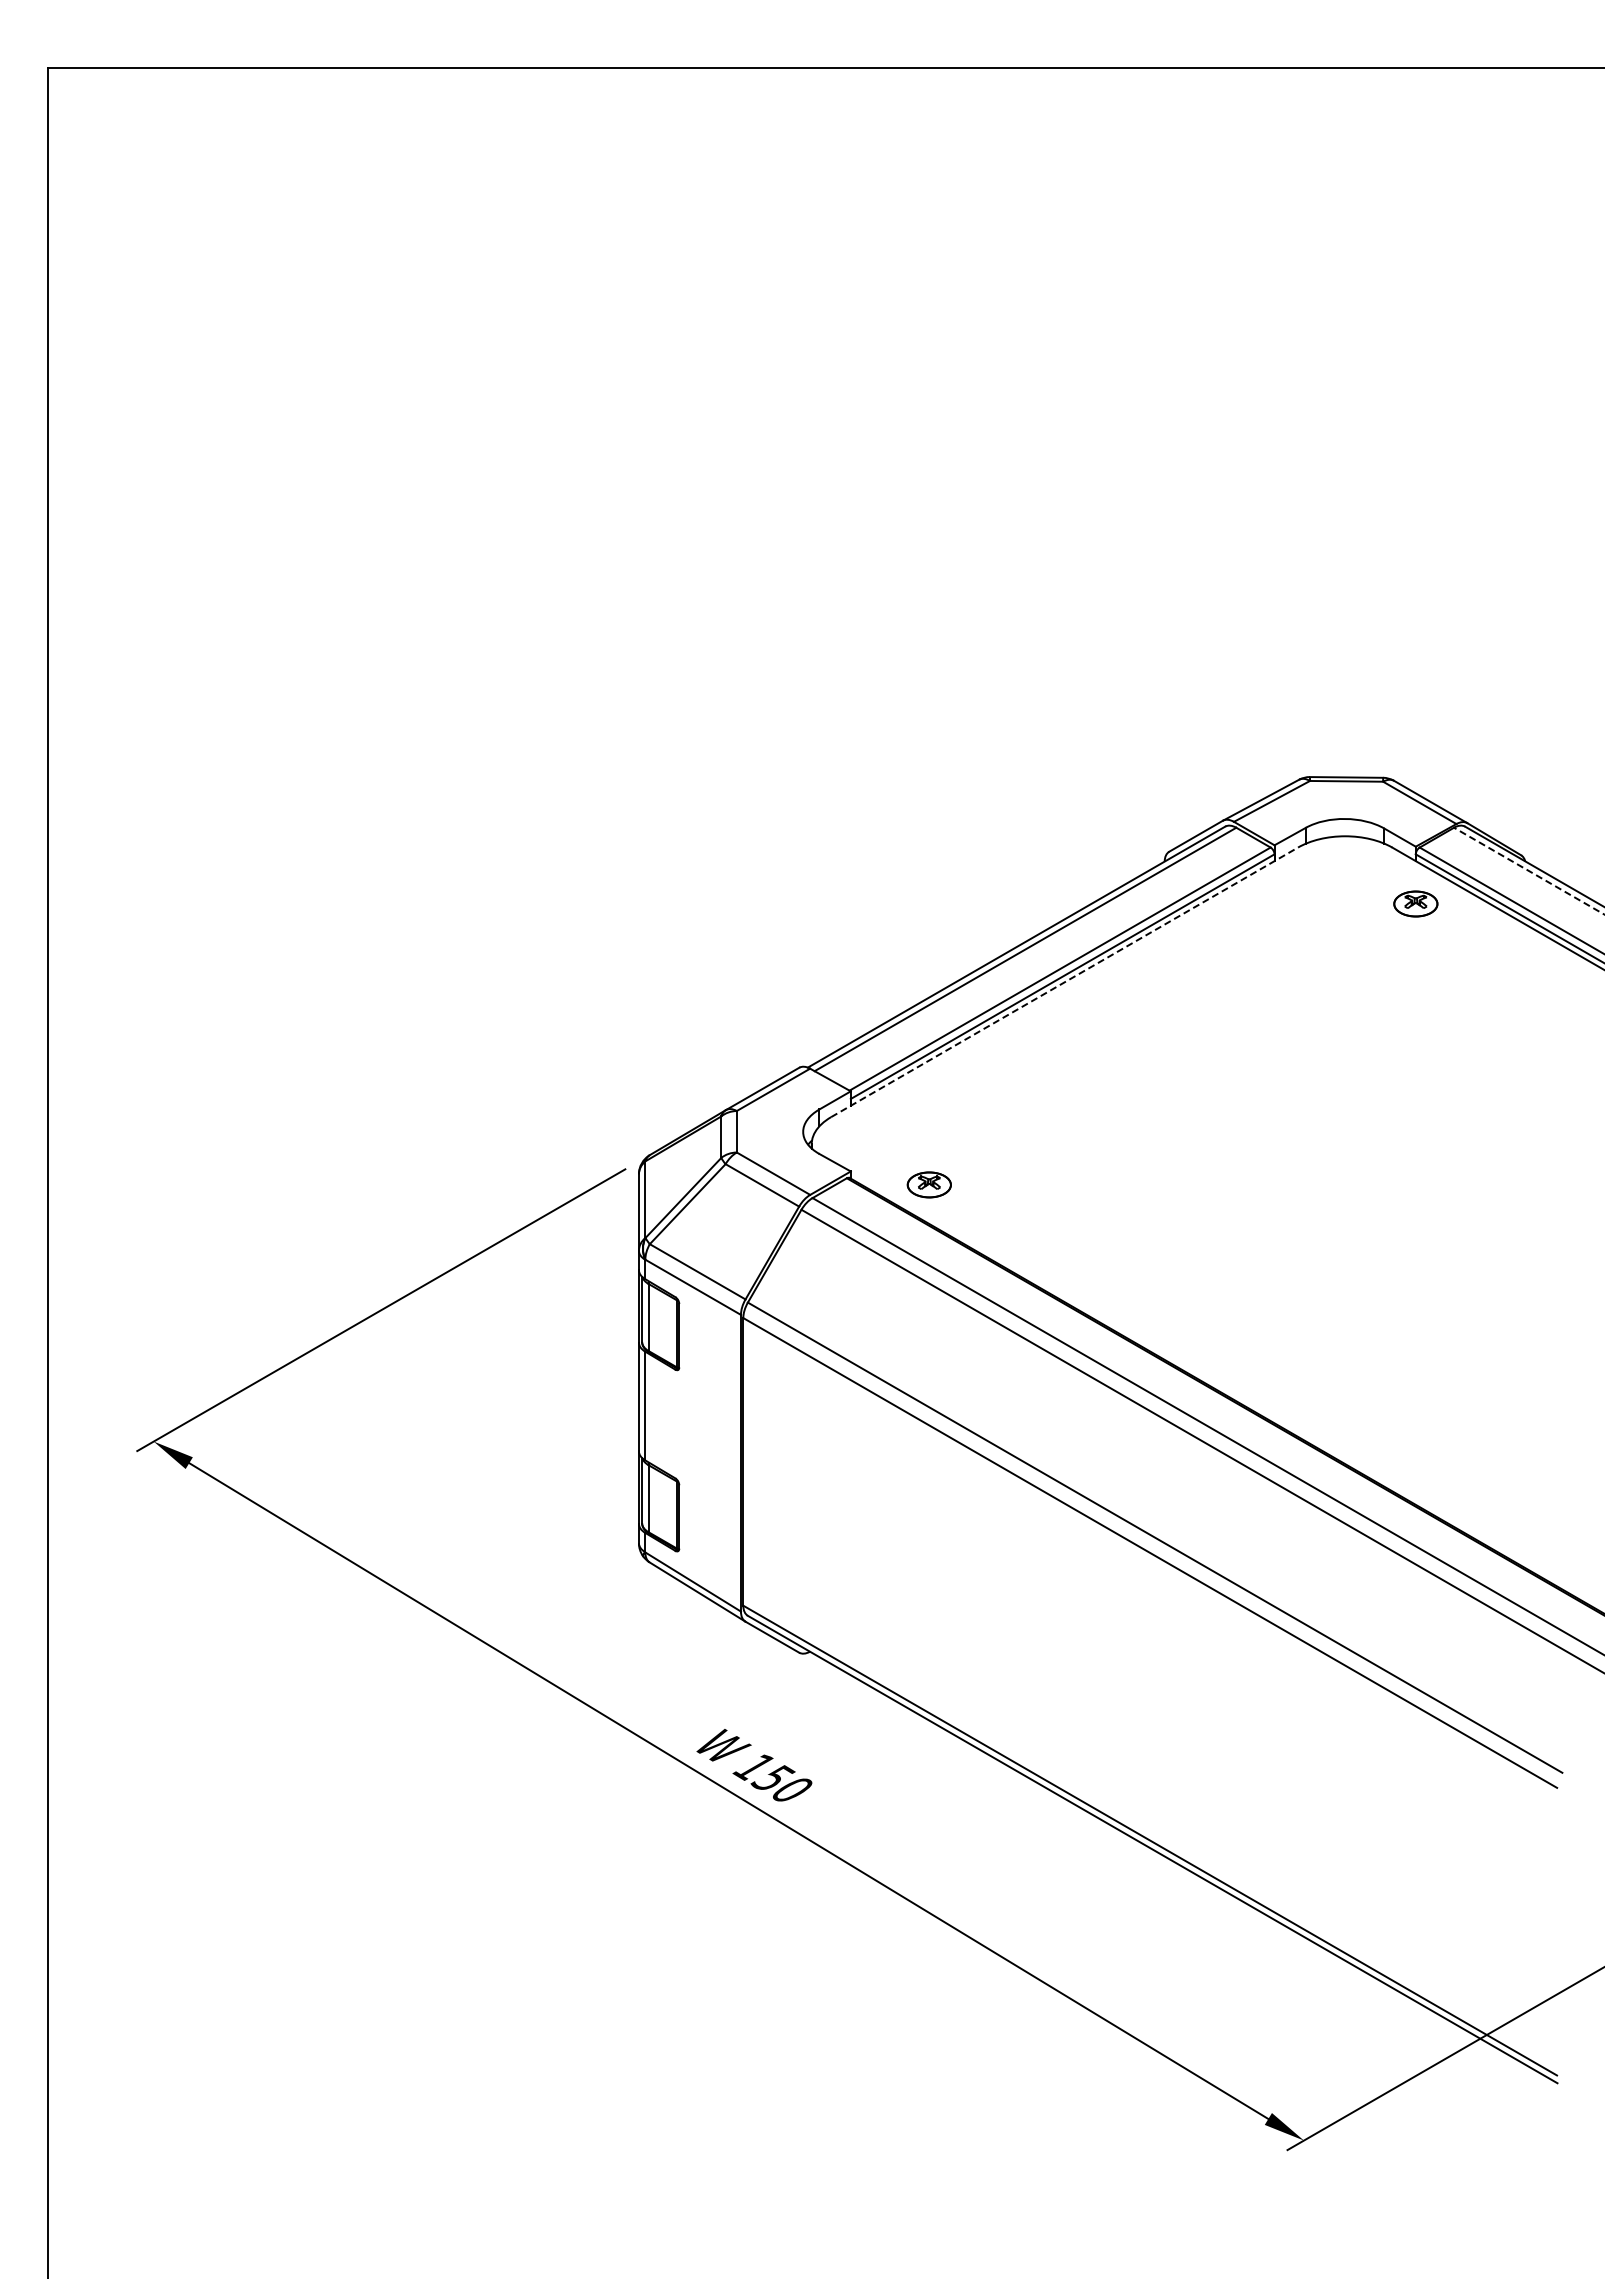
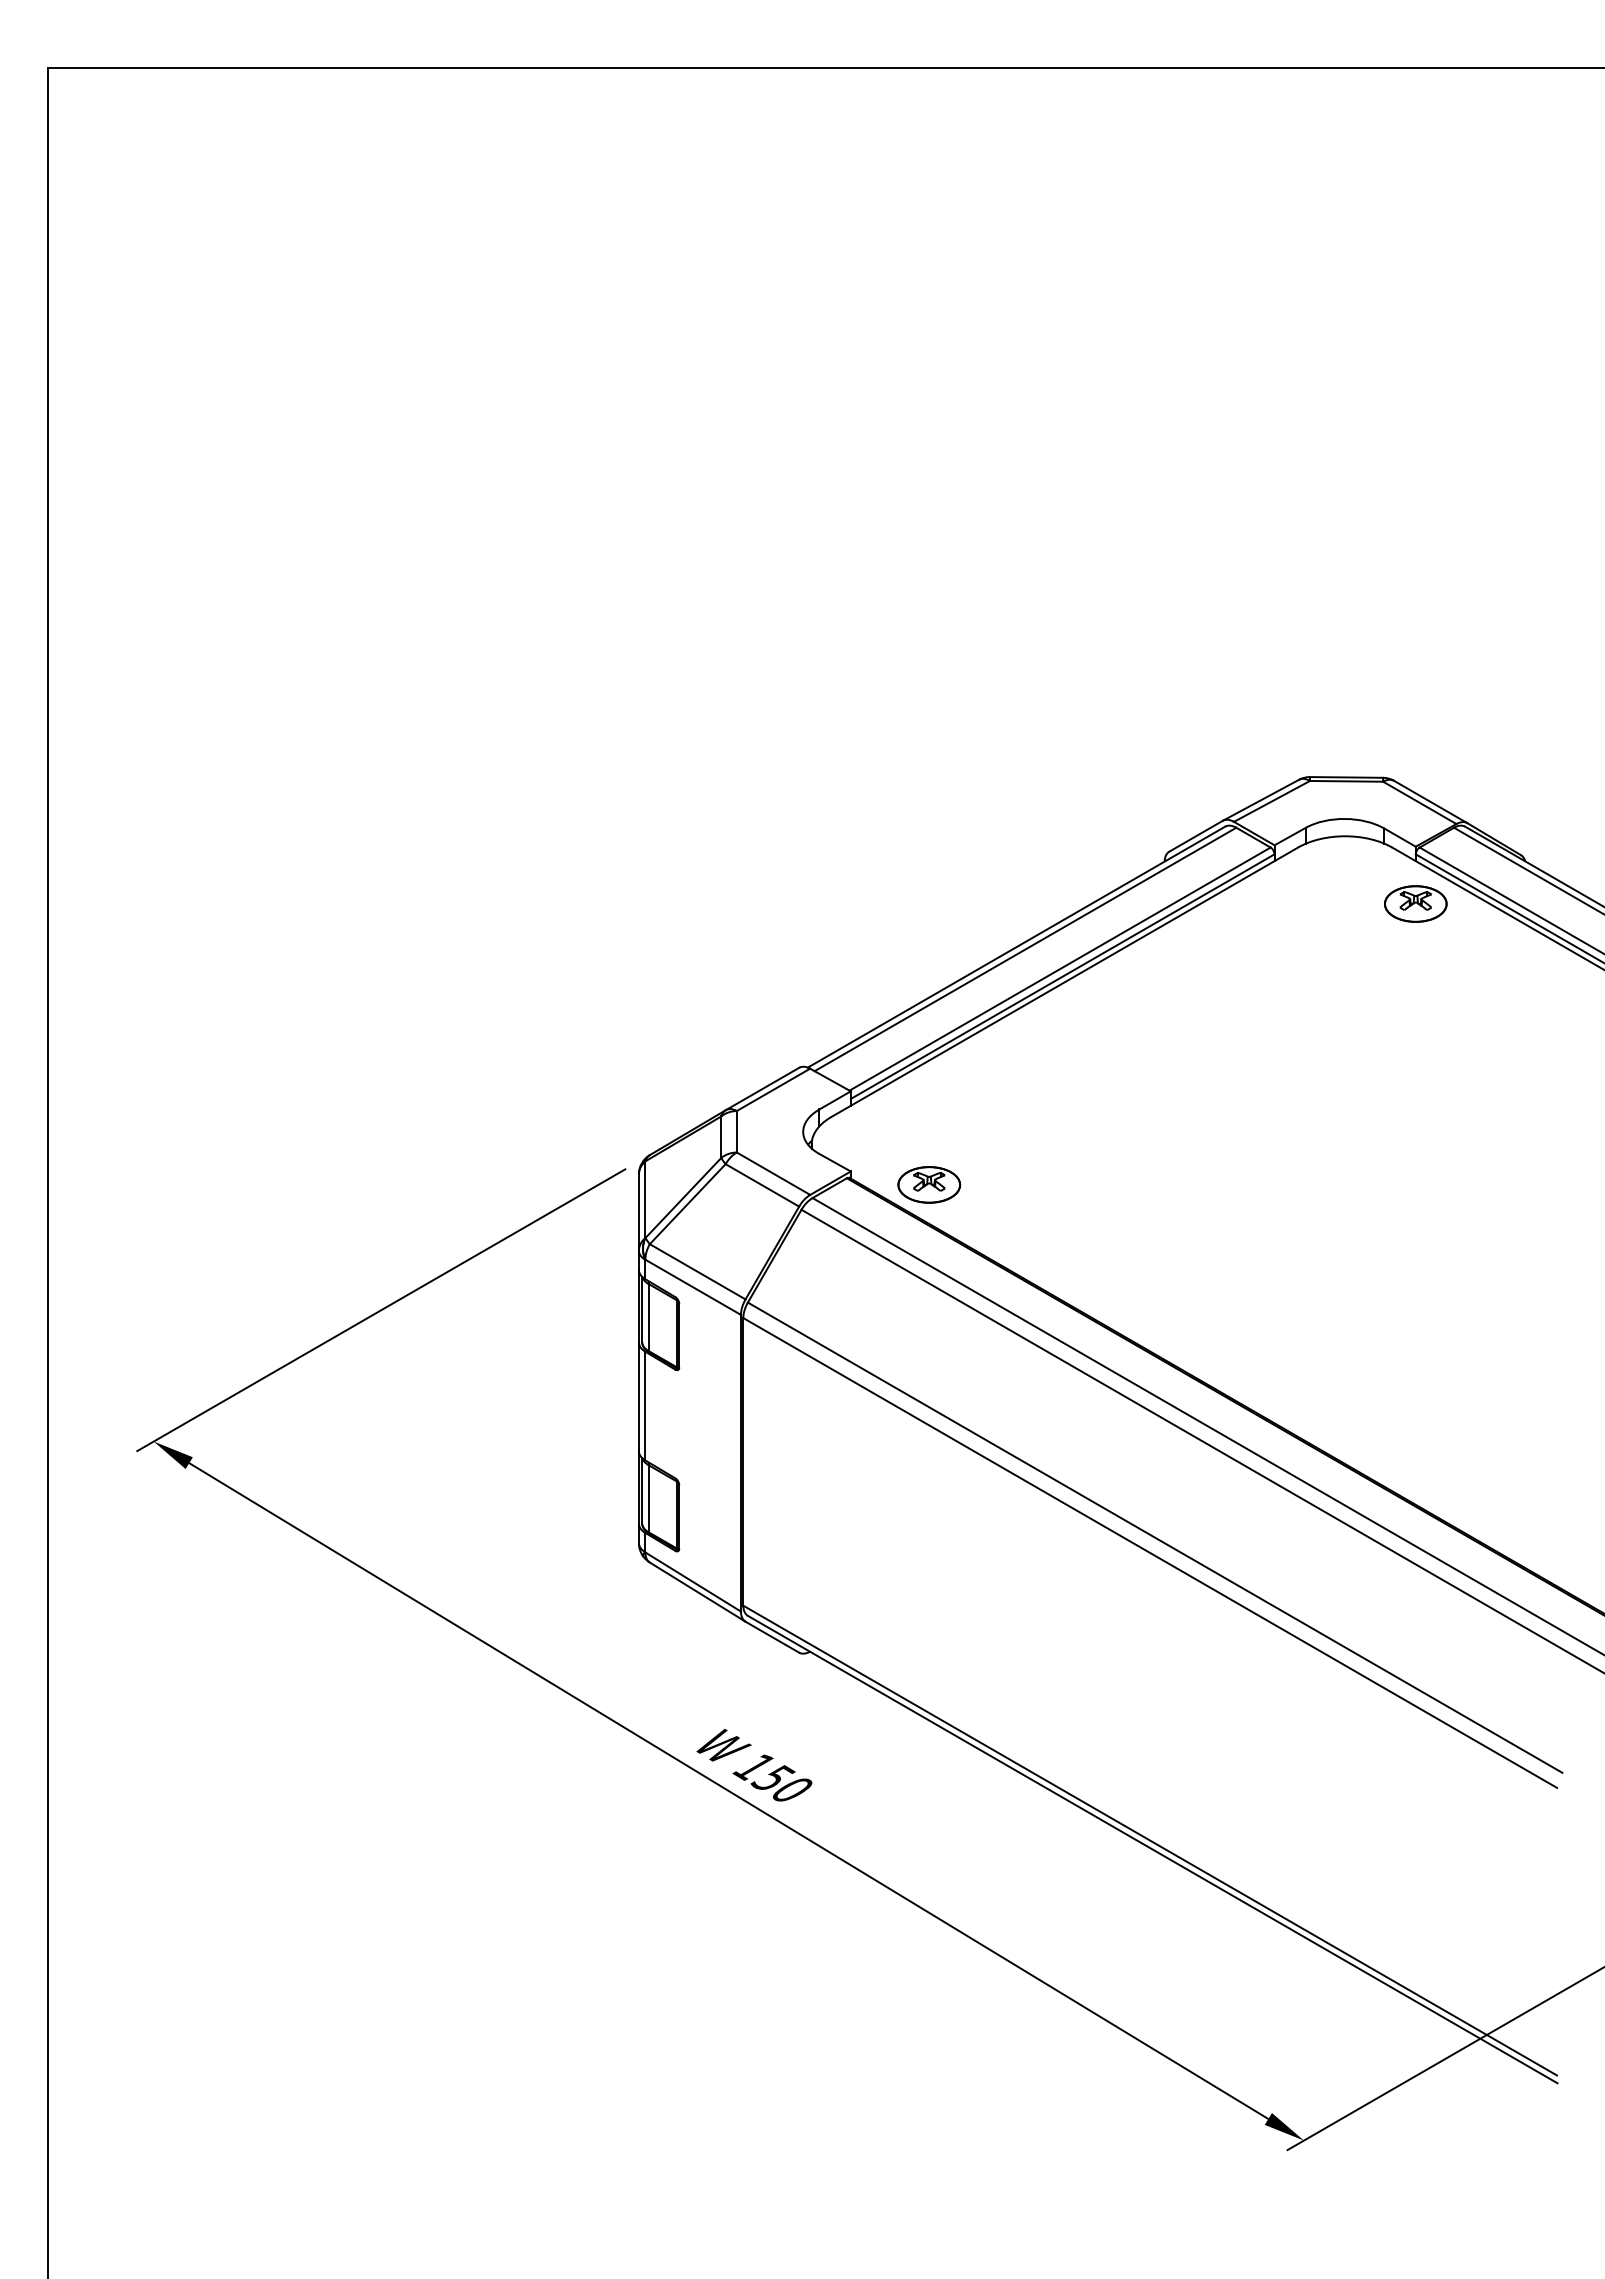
line at (1529, 871): dashed -> solid
part at (1415, 903) size: 46x28 px -> 64x38 px
line at (1064, 982): dashed -> solid
part at (928, 1184) size: 46x28 px -> 65x38 px
